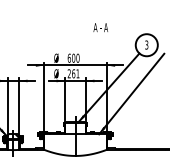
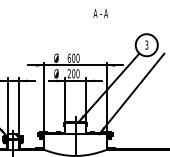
text at (100, 27) position: (100, 27) -> (100, 13)
text at (75, 73): 261 -> 200
